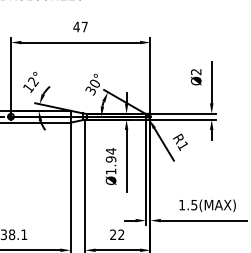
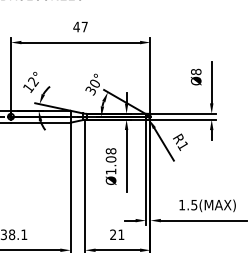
text at (196, 71): Ø2 -> Ø8
text at (110, 155): Ø1.94 -> Ø1.08
text at (121, 234): 22 -> 21
